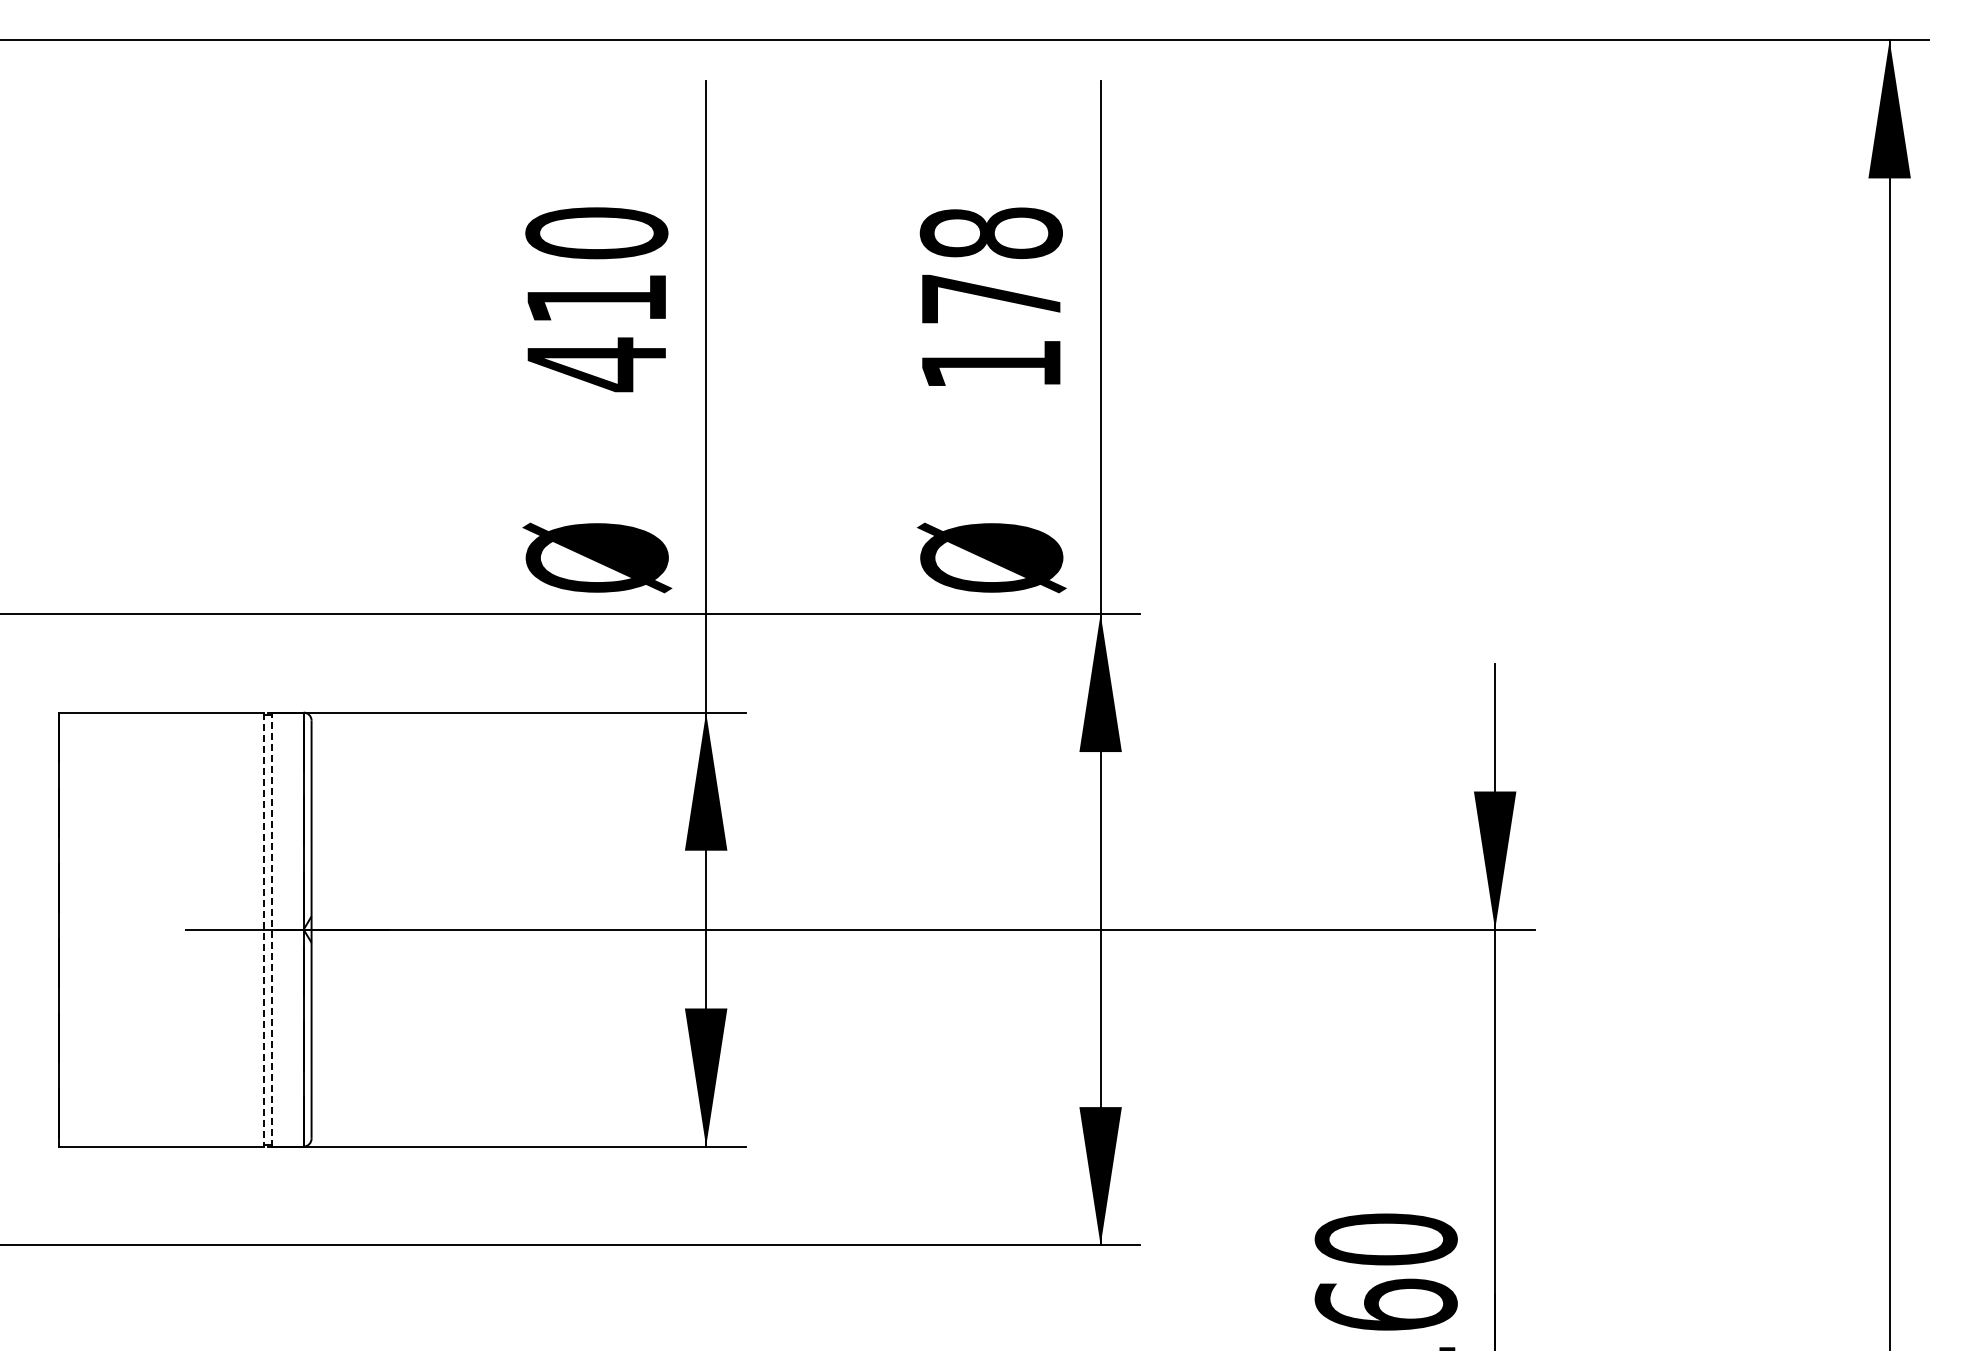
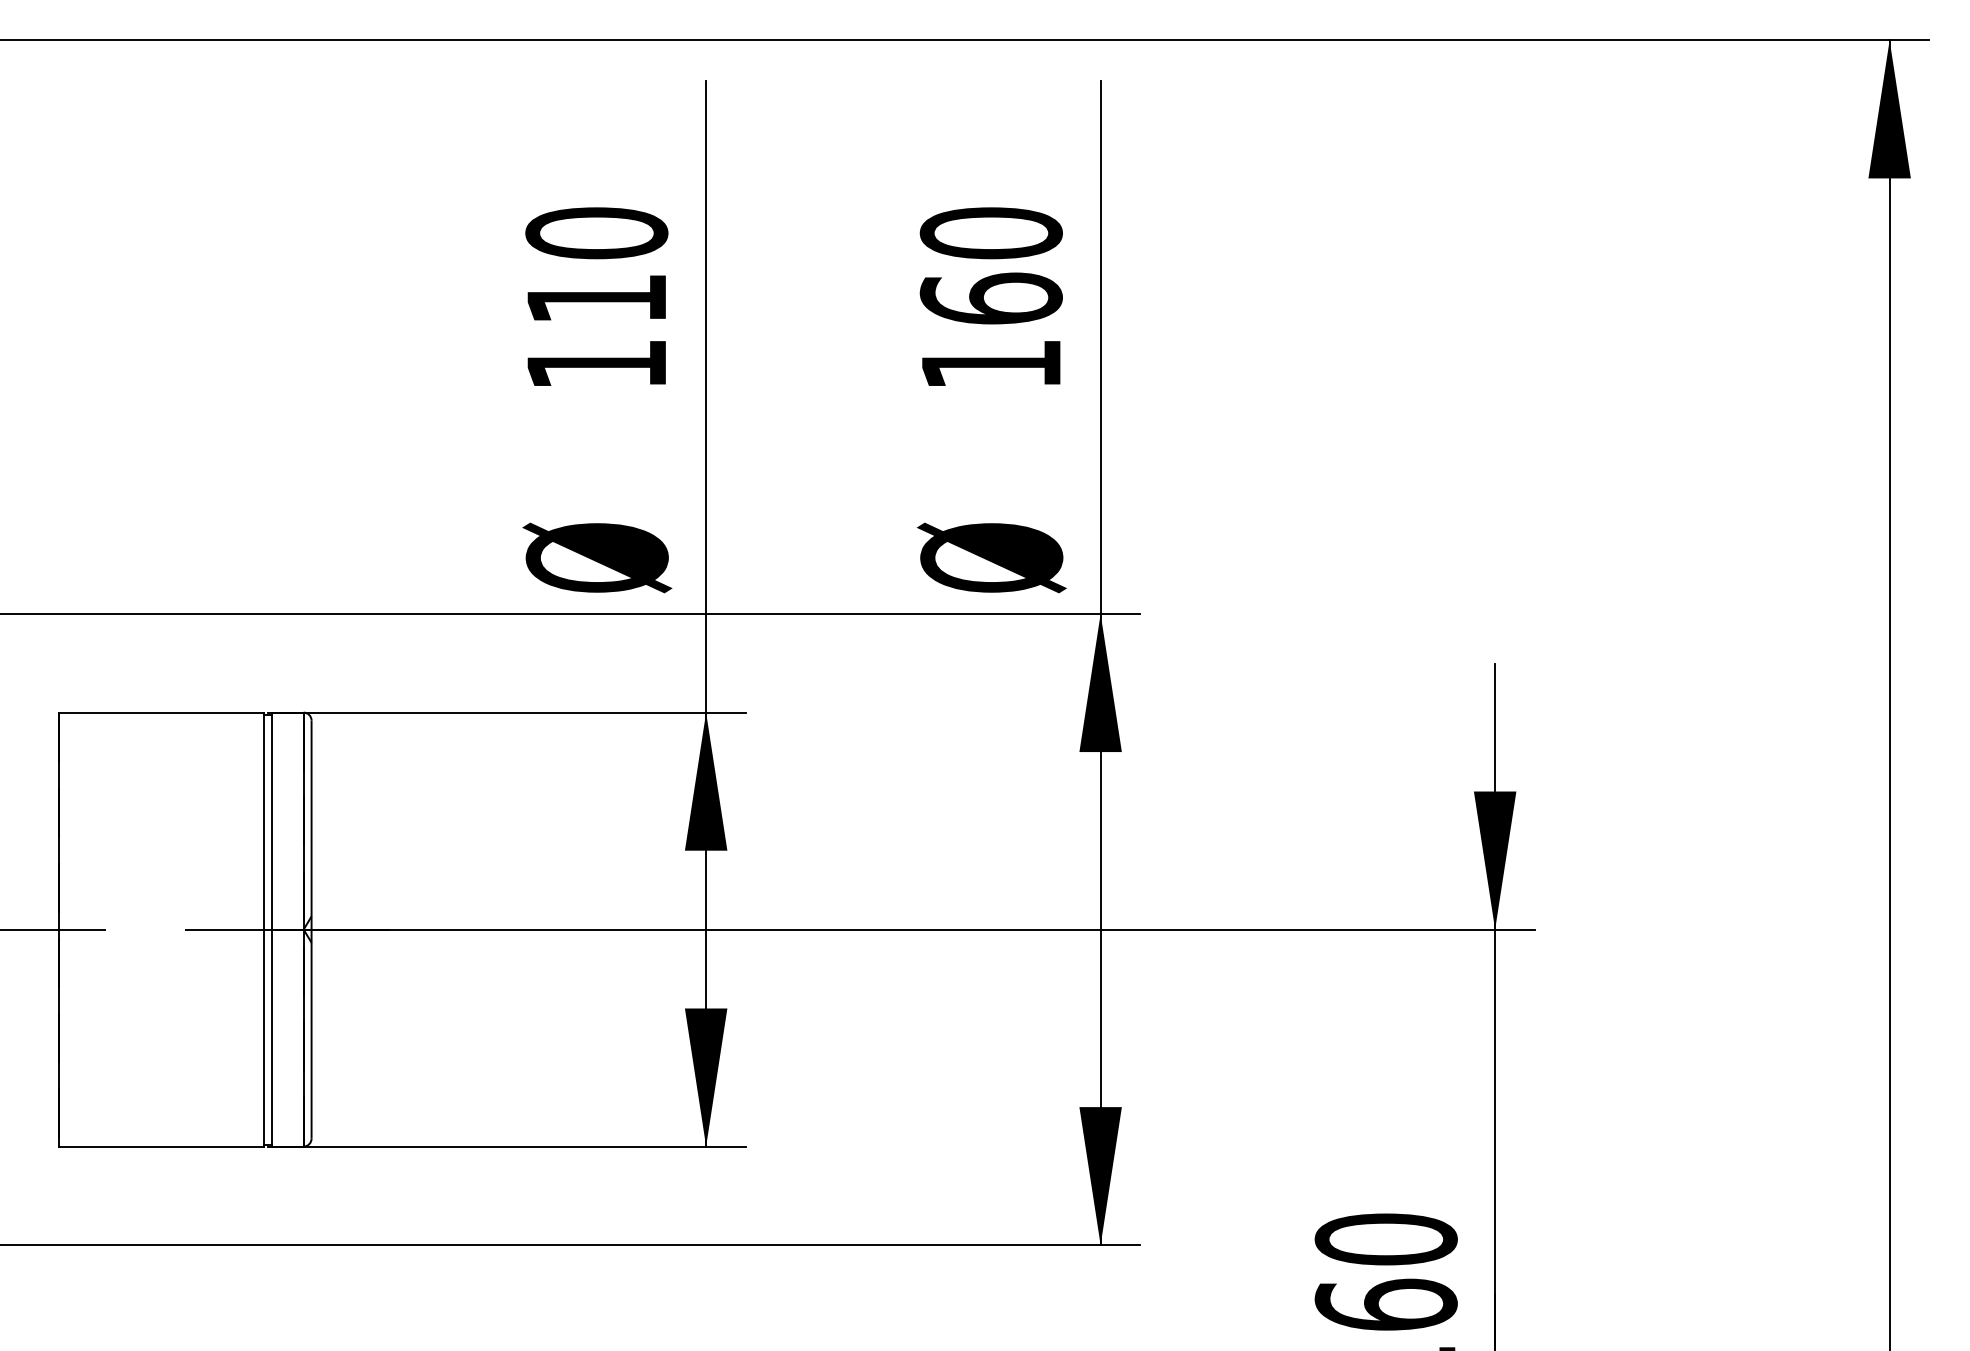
text at (990, 265): 178 -> 160
text at (596, 364): 410 -> 110
line at (54, 929): none -> present
line at (264, 929): dashed -> solid
line at (272, 929): dashed -> solid
